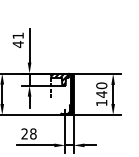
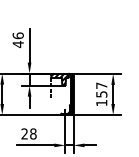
text at (17, 35): 41 -> 46
text at (101, 89): 140 -> 157
